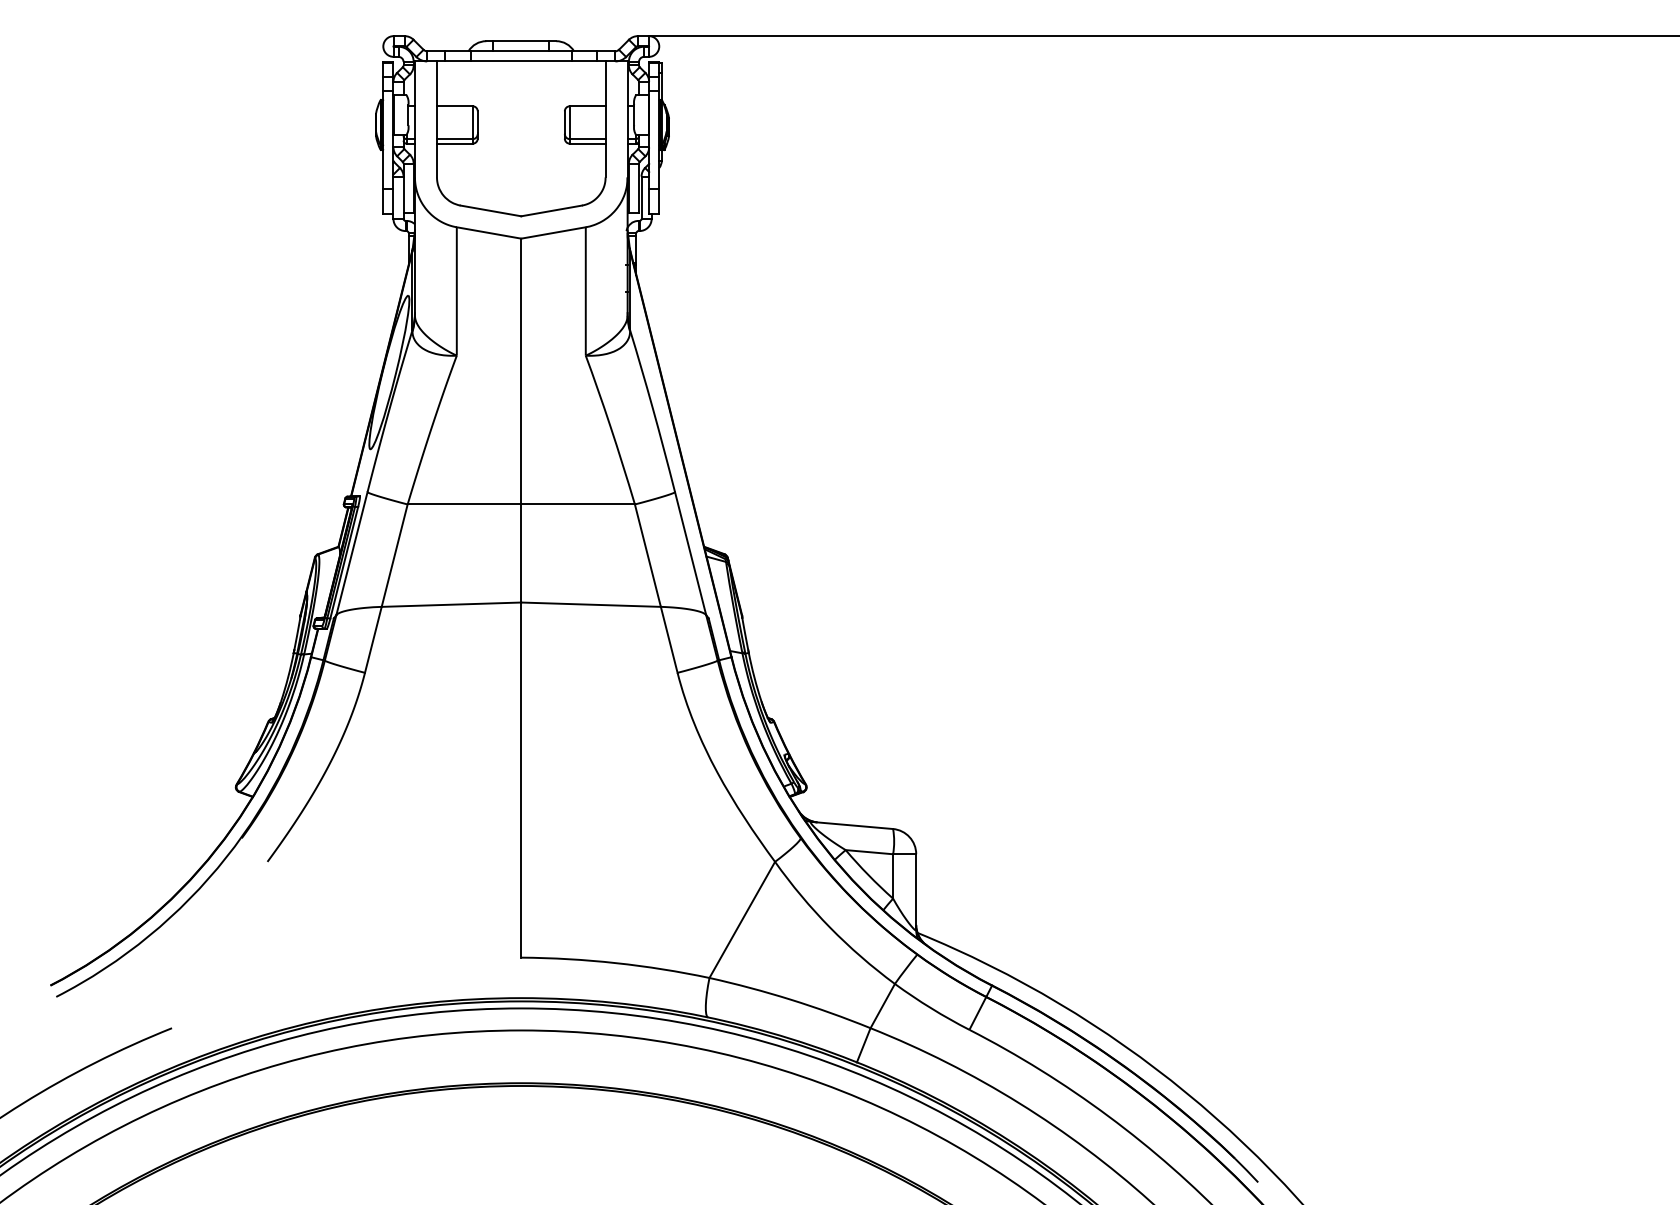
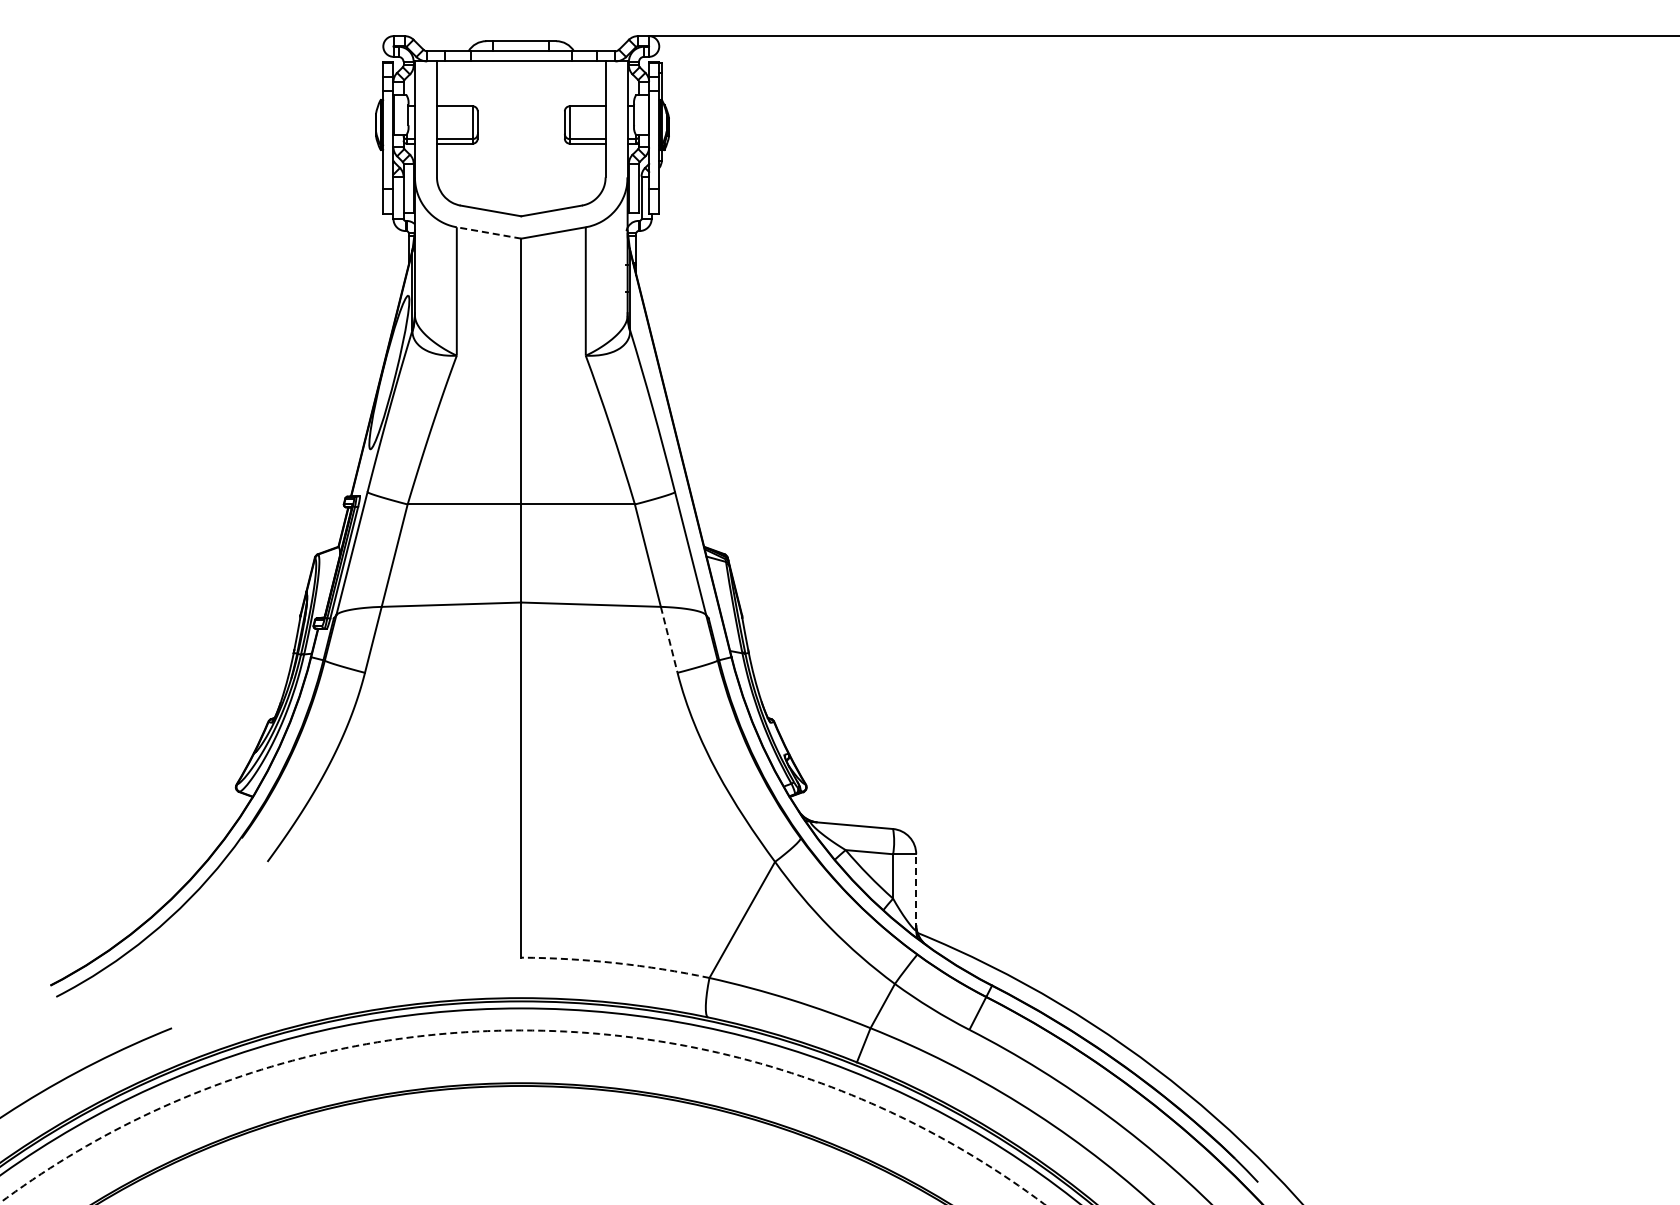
line at (489, 232): solid -> dashed
line at (669, 640): solid -> dashed
line at (916, 892): solid -> dashed
arc at (615, 963): solid -> dashed
circle at (522, 1117): solid -> dashed
